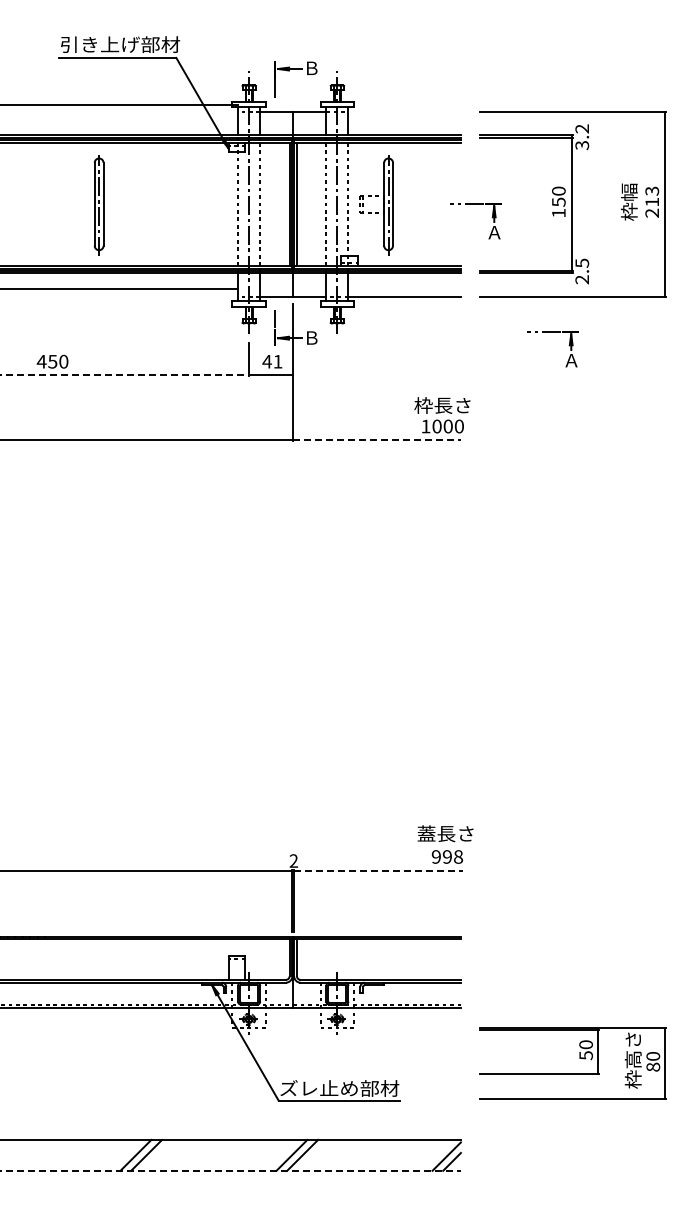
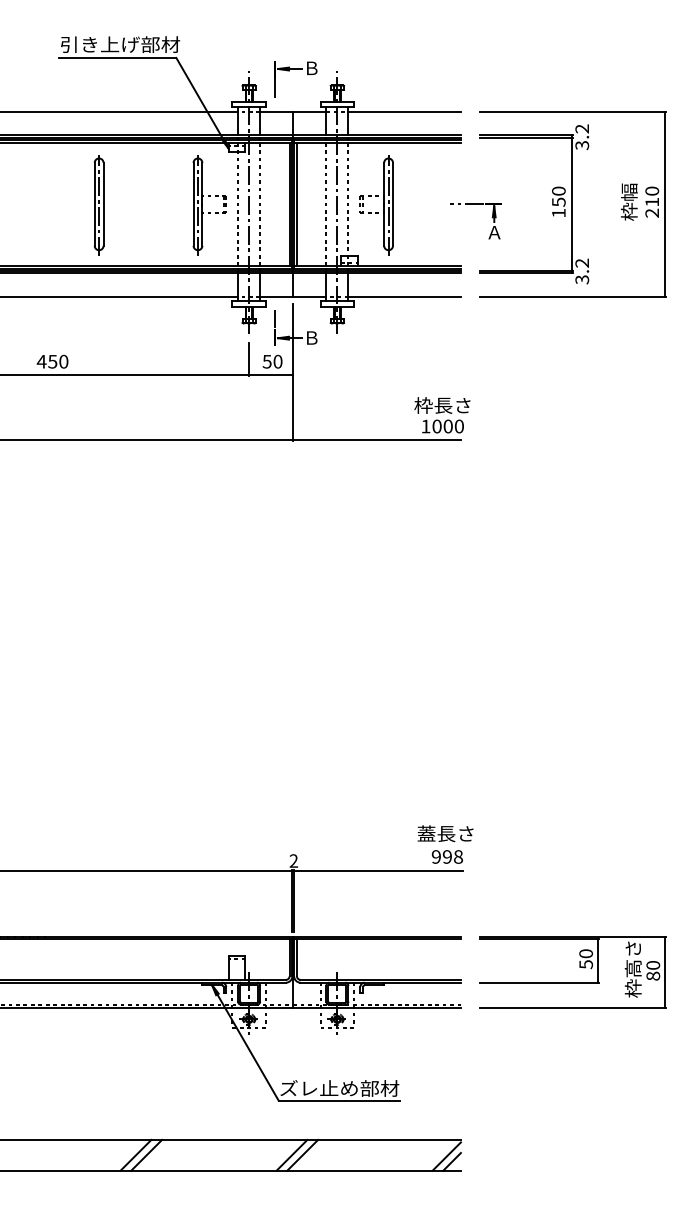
line at (120, 104) position: (120, 104) -> (120, 111)
line at (404, 111): none -> present
text at (652, 190): 213 -> 210
part at (202, 205): none -> present
text at (582, 271): 2.5 -> 3.2
line at (120, 289) position: (120, 289) -> (120, 297)
part at (568, 345): present -> none
text at (272, 361): 41 -> 50
line at (125, 375): dashed -> solid
line at (377, 440): dashed -> solid
line at (378, 870): dashed -> solid
part at (579, 1058) position: (579, 1058) -> (579, 967)
line at (231, 1170): dashed -> solid
